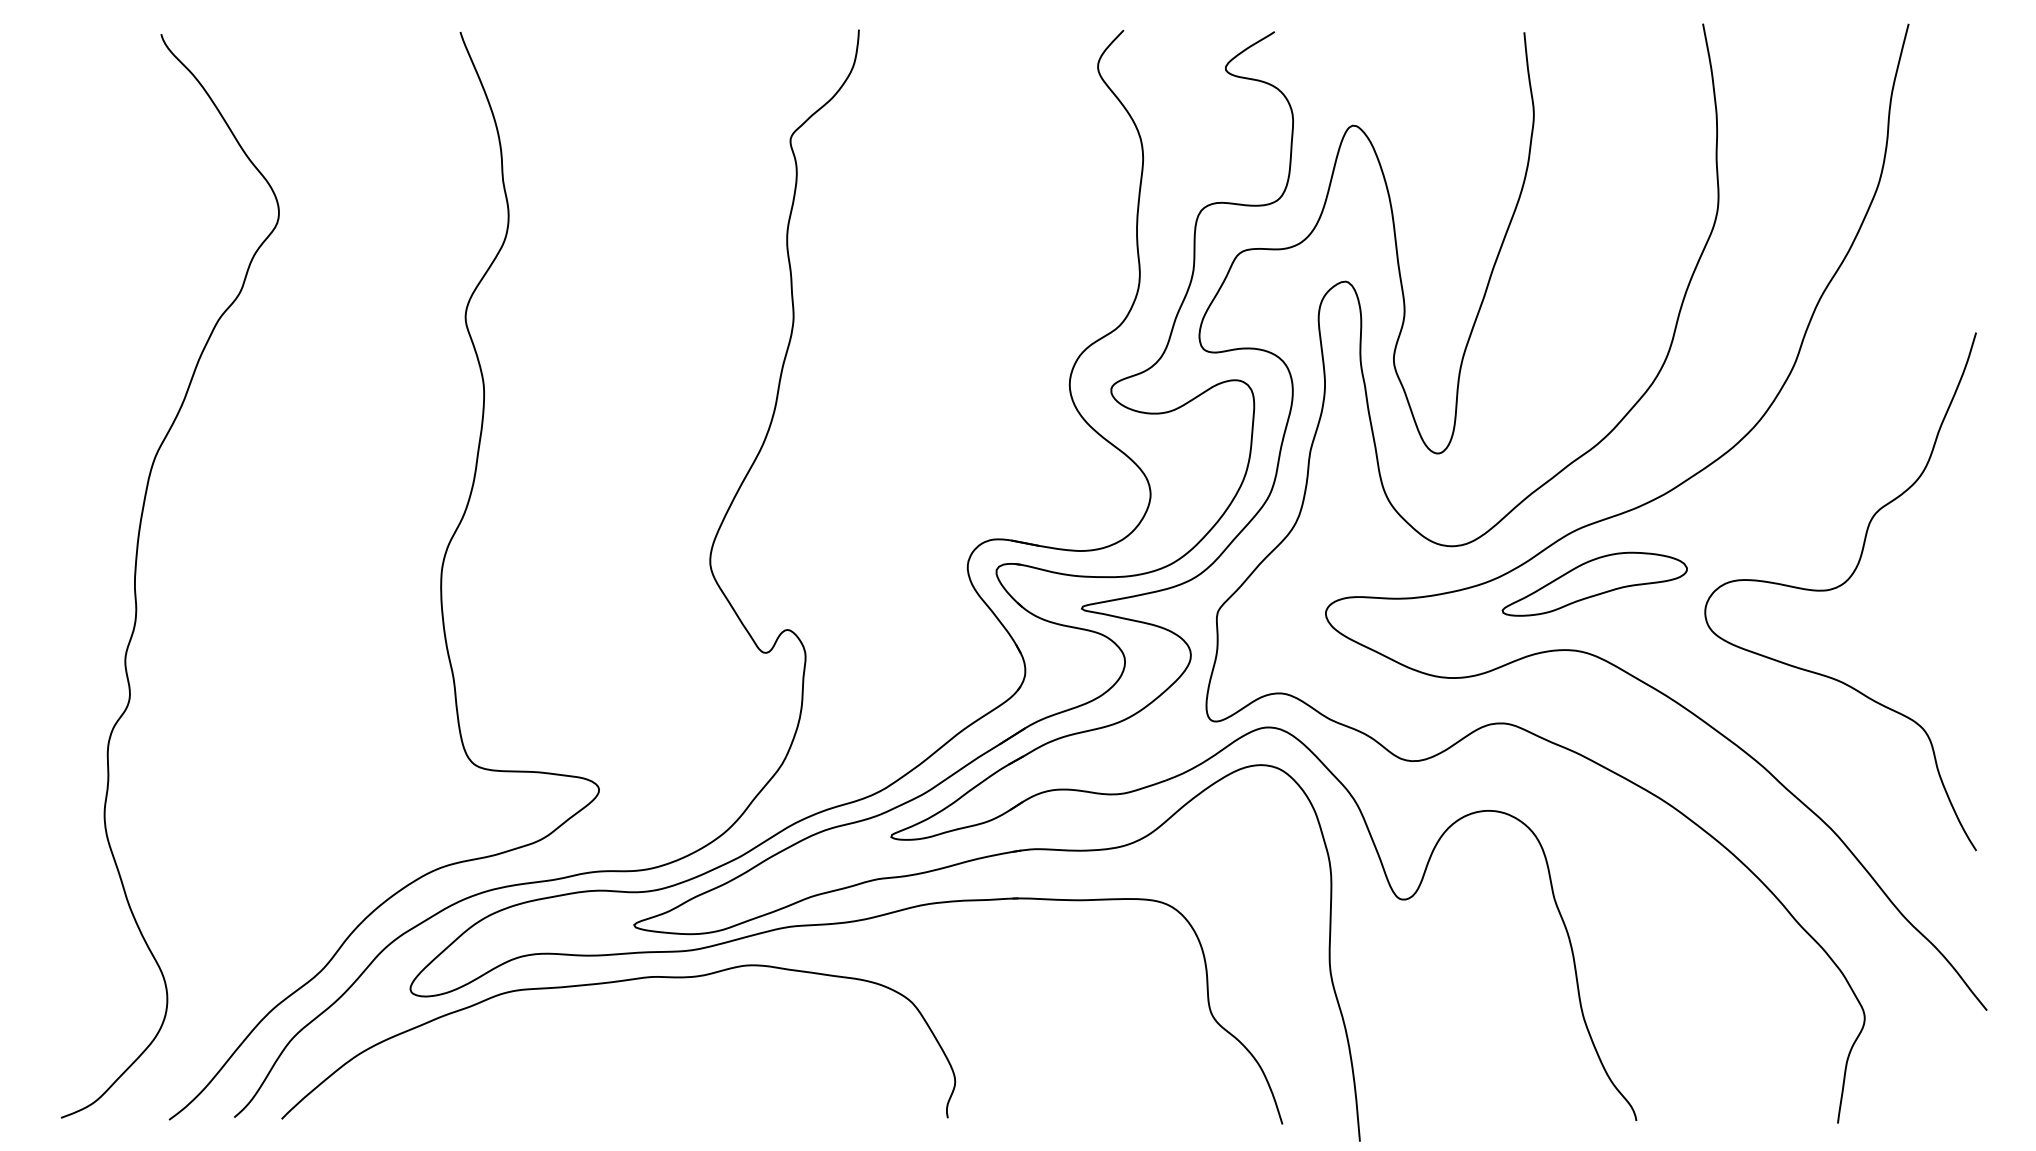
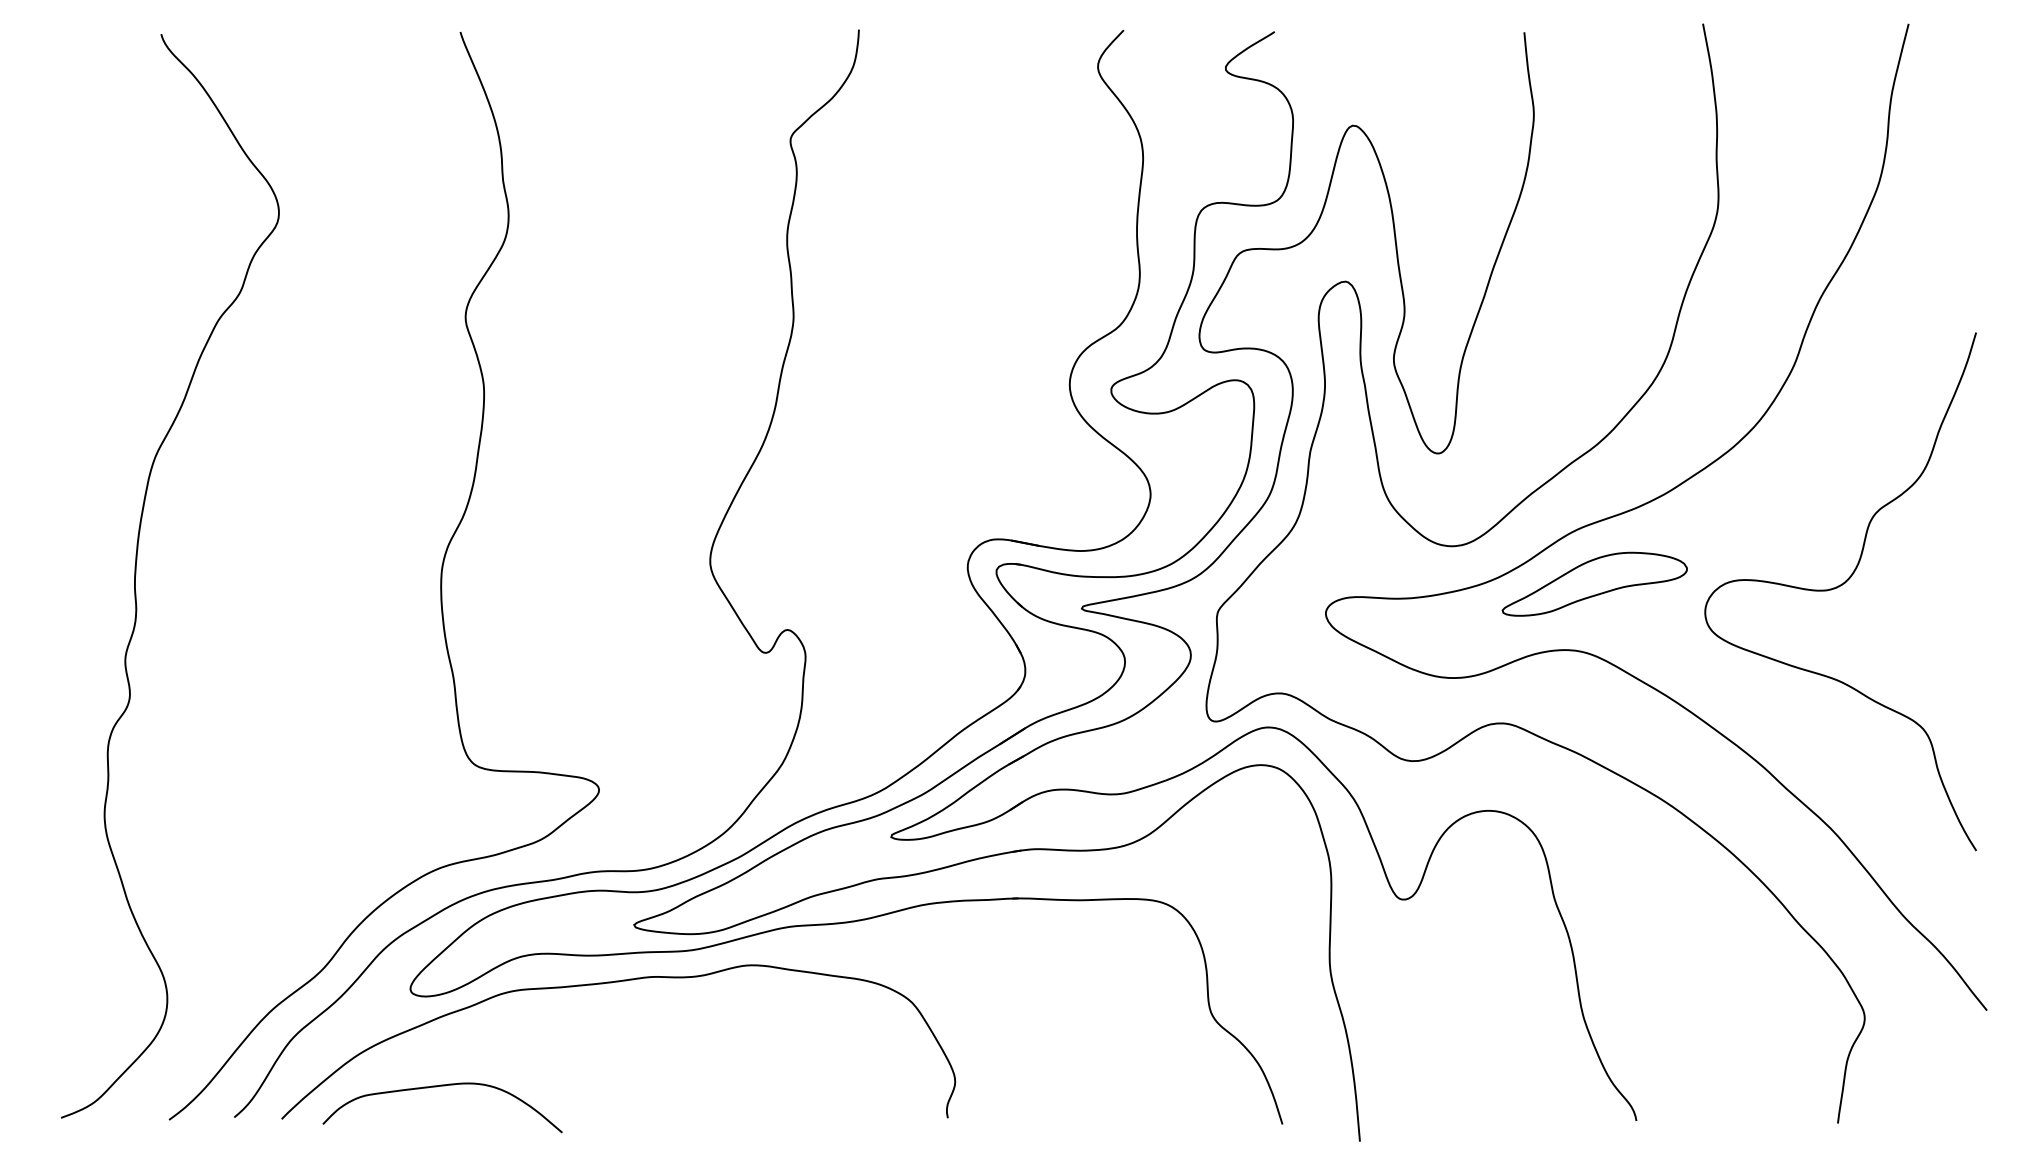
curve at (436, 1087): none -> present
